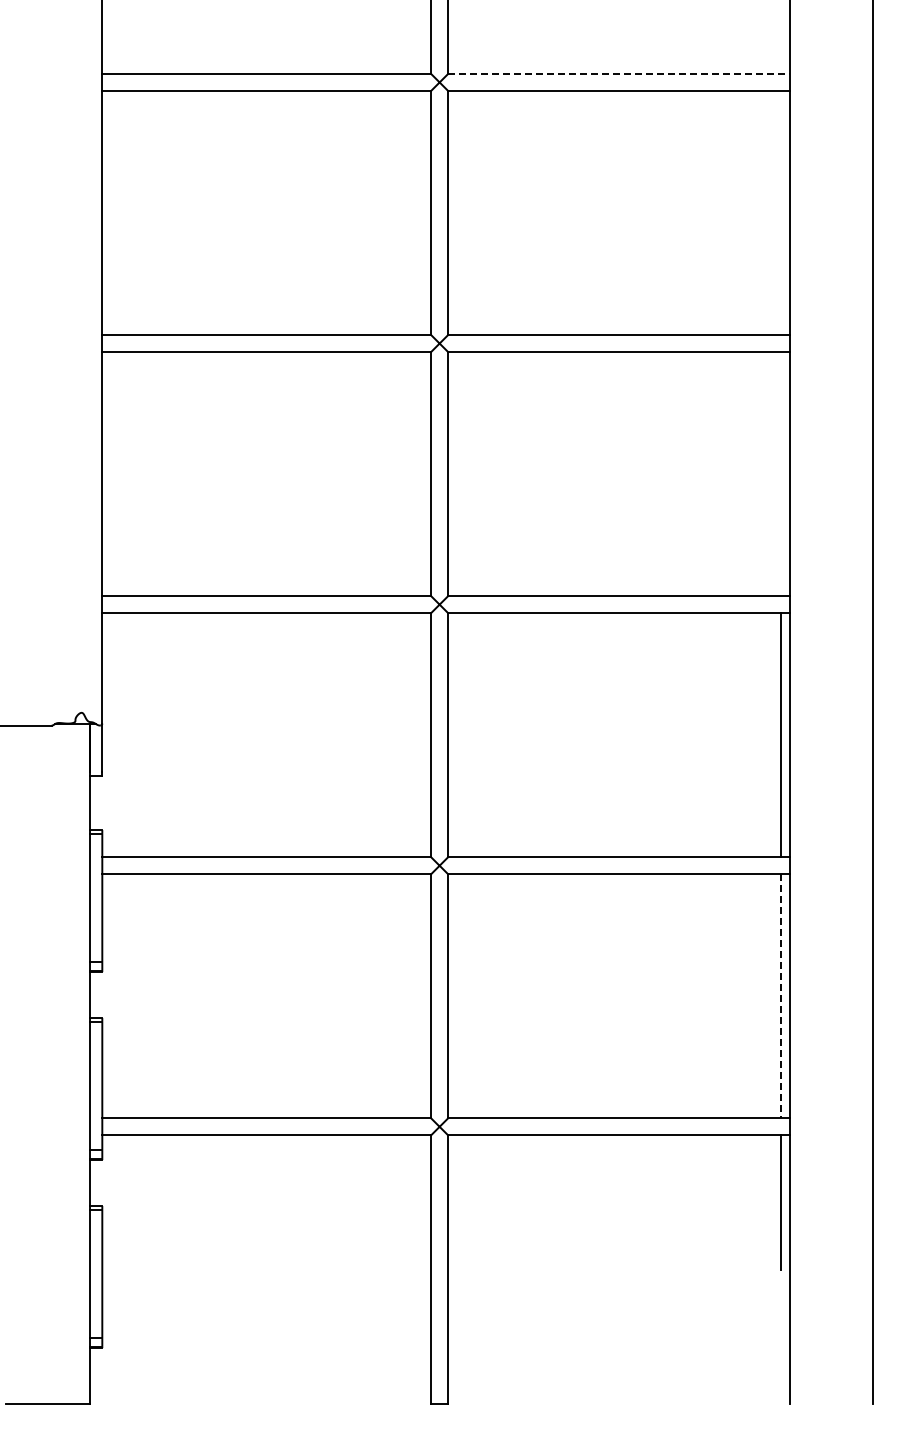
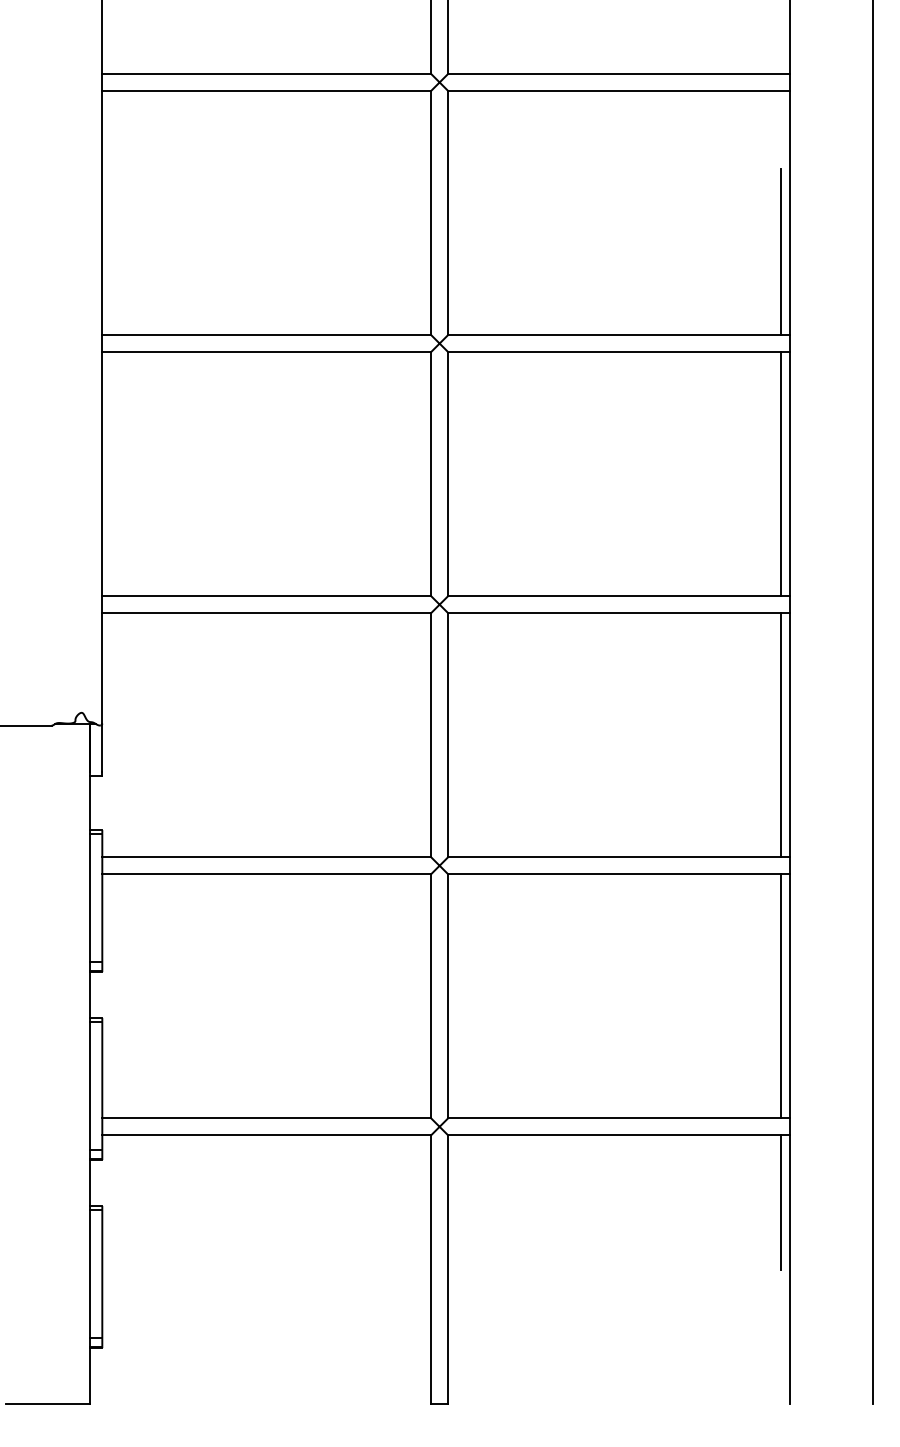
line at (618, 74): dashed -> solid
line at (780, 251): none -> present
line at (780, 473): none -> present
line at (780, 996): dashed -> solid
